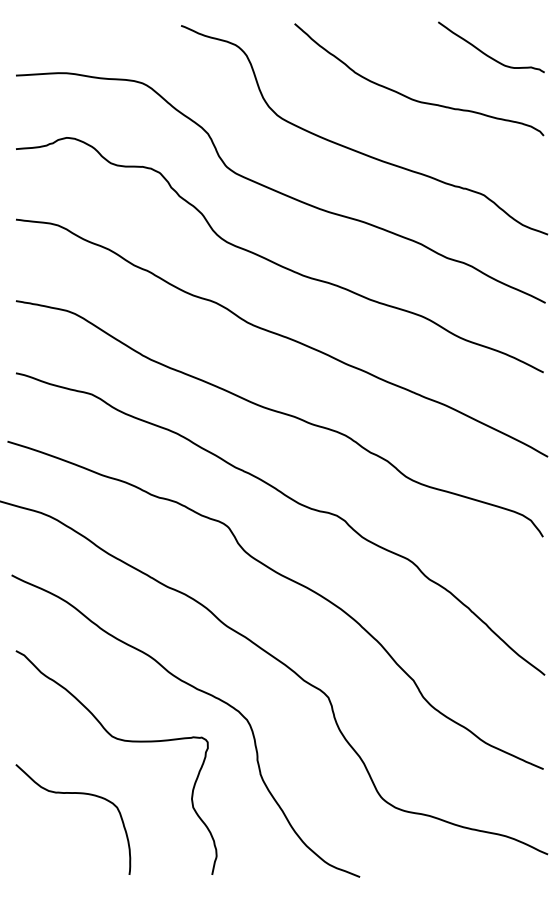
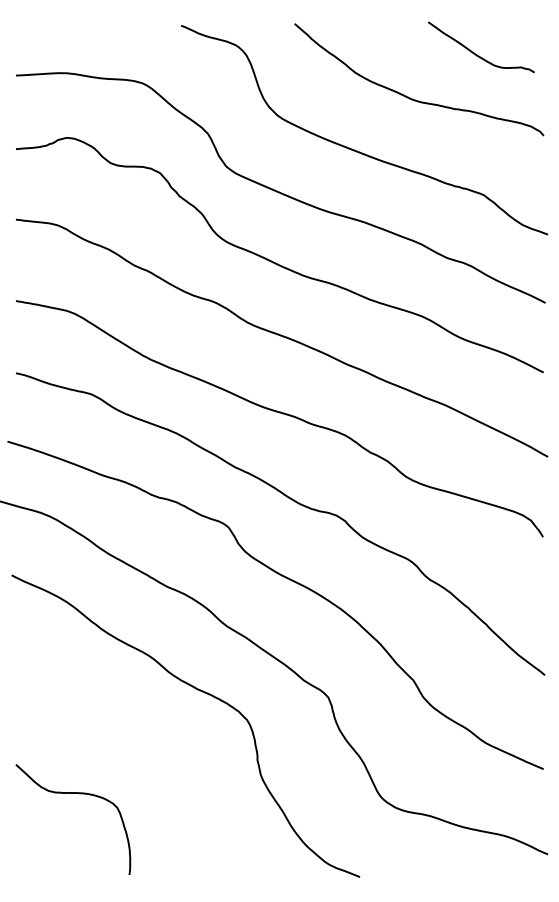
curve at (487, 54) position: (487, 54) -> (477, 54)
curve at (122, 741): present -> none
